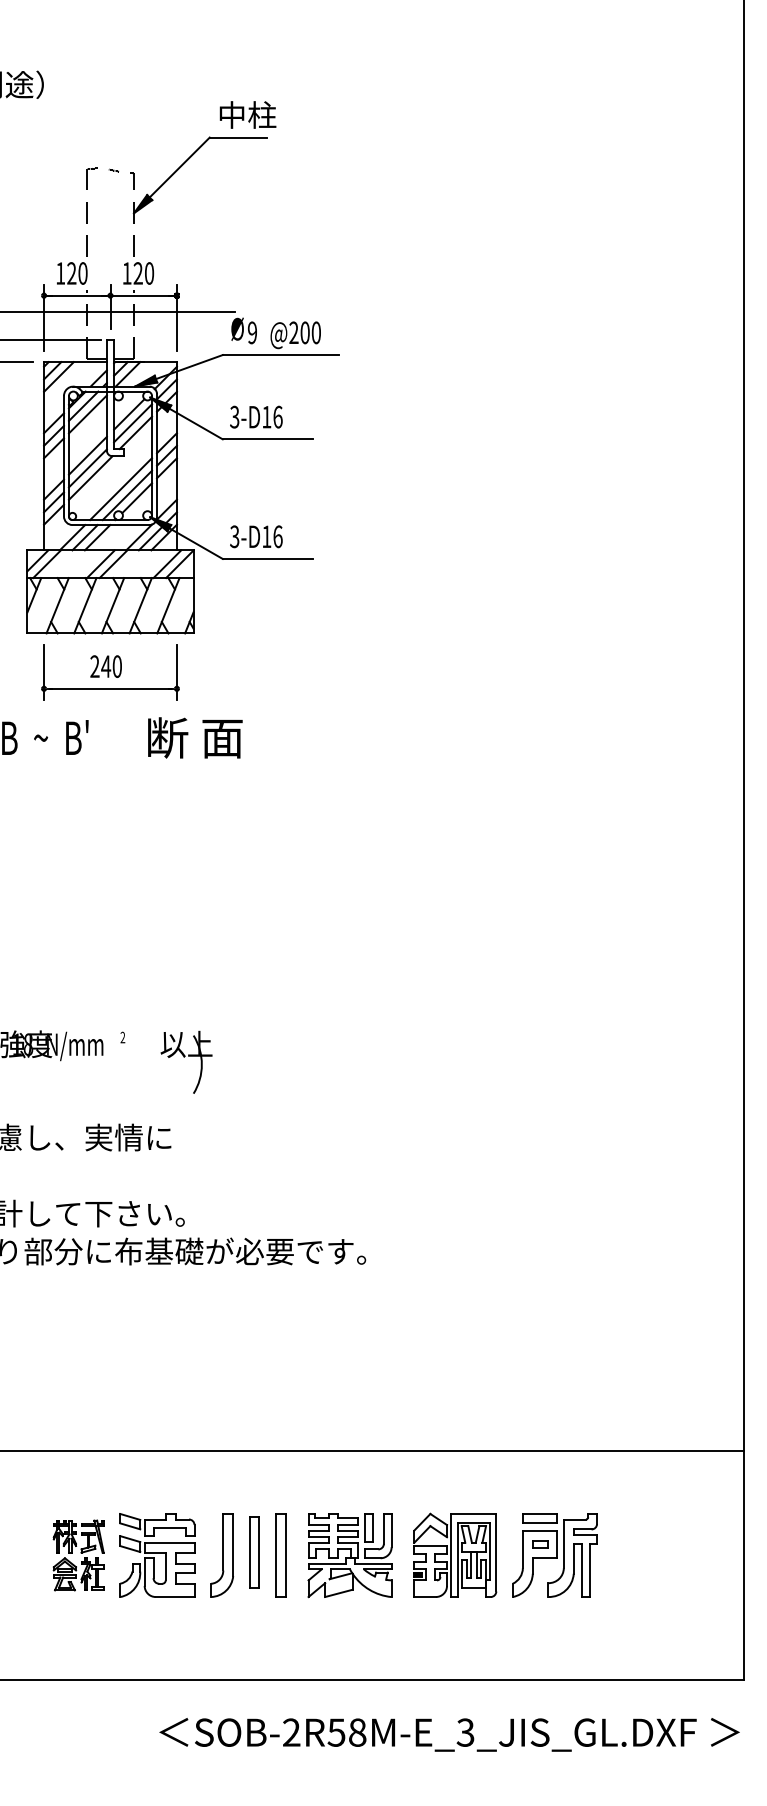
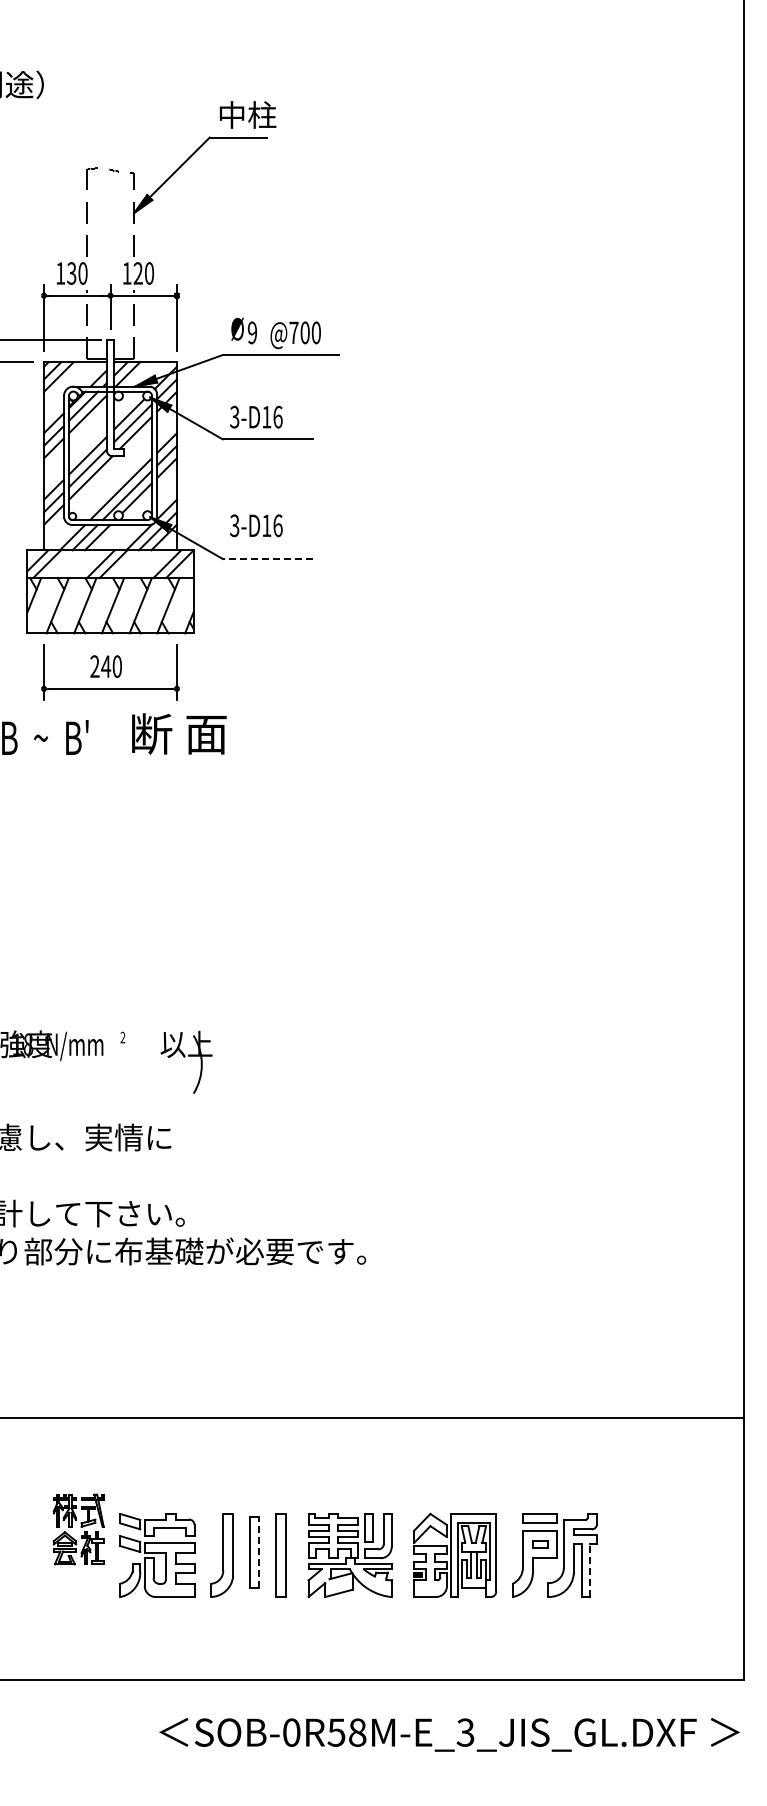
text at (71, 273): 120 -> 130
line at (118, 312): present -> none
text at (293, 332): @200 -> @700
text at (256, 536) position: (256, 536) -> (256, 525)
line at (267, 558): solid -> dashed
text at (195, 737) position: (195, 737) -> (179, 733)
line at (373, 1450) position: (373, 1450) -> (373, 1417)
line at (259, 1552): solid -> dashed
part at (78, 1555) position: (78, 1555) -> (78, 1529)
line at (590, 1570): solid -> dashed
text at (291, 1732): SOB-2R58M-E_3_JIS_GL.DXF -> SOB-0R58M-E_3_JIS_GL.DXF
